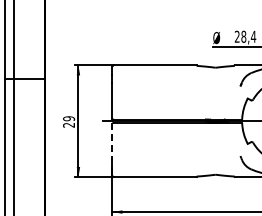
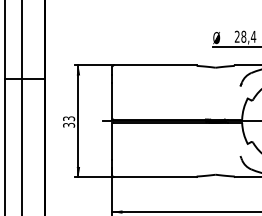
line at (13, 107) position: (13, 107) -> (21, 107)
text at (69, 121): 29 -> 33
line at (112, 141): dashed -> solid
